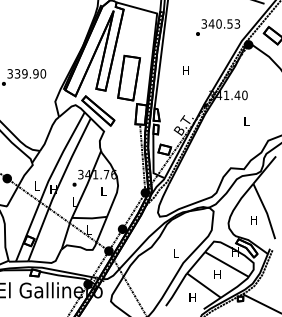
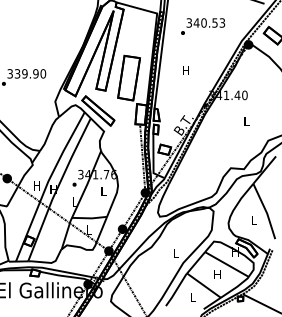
text at (218, 27) position: (218, 27) -> (203, 26)
text at (36, 185): L -> H
text at (253, 220): H -> L
text at (192, 297): H -> L
